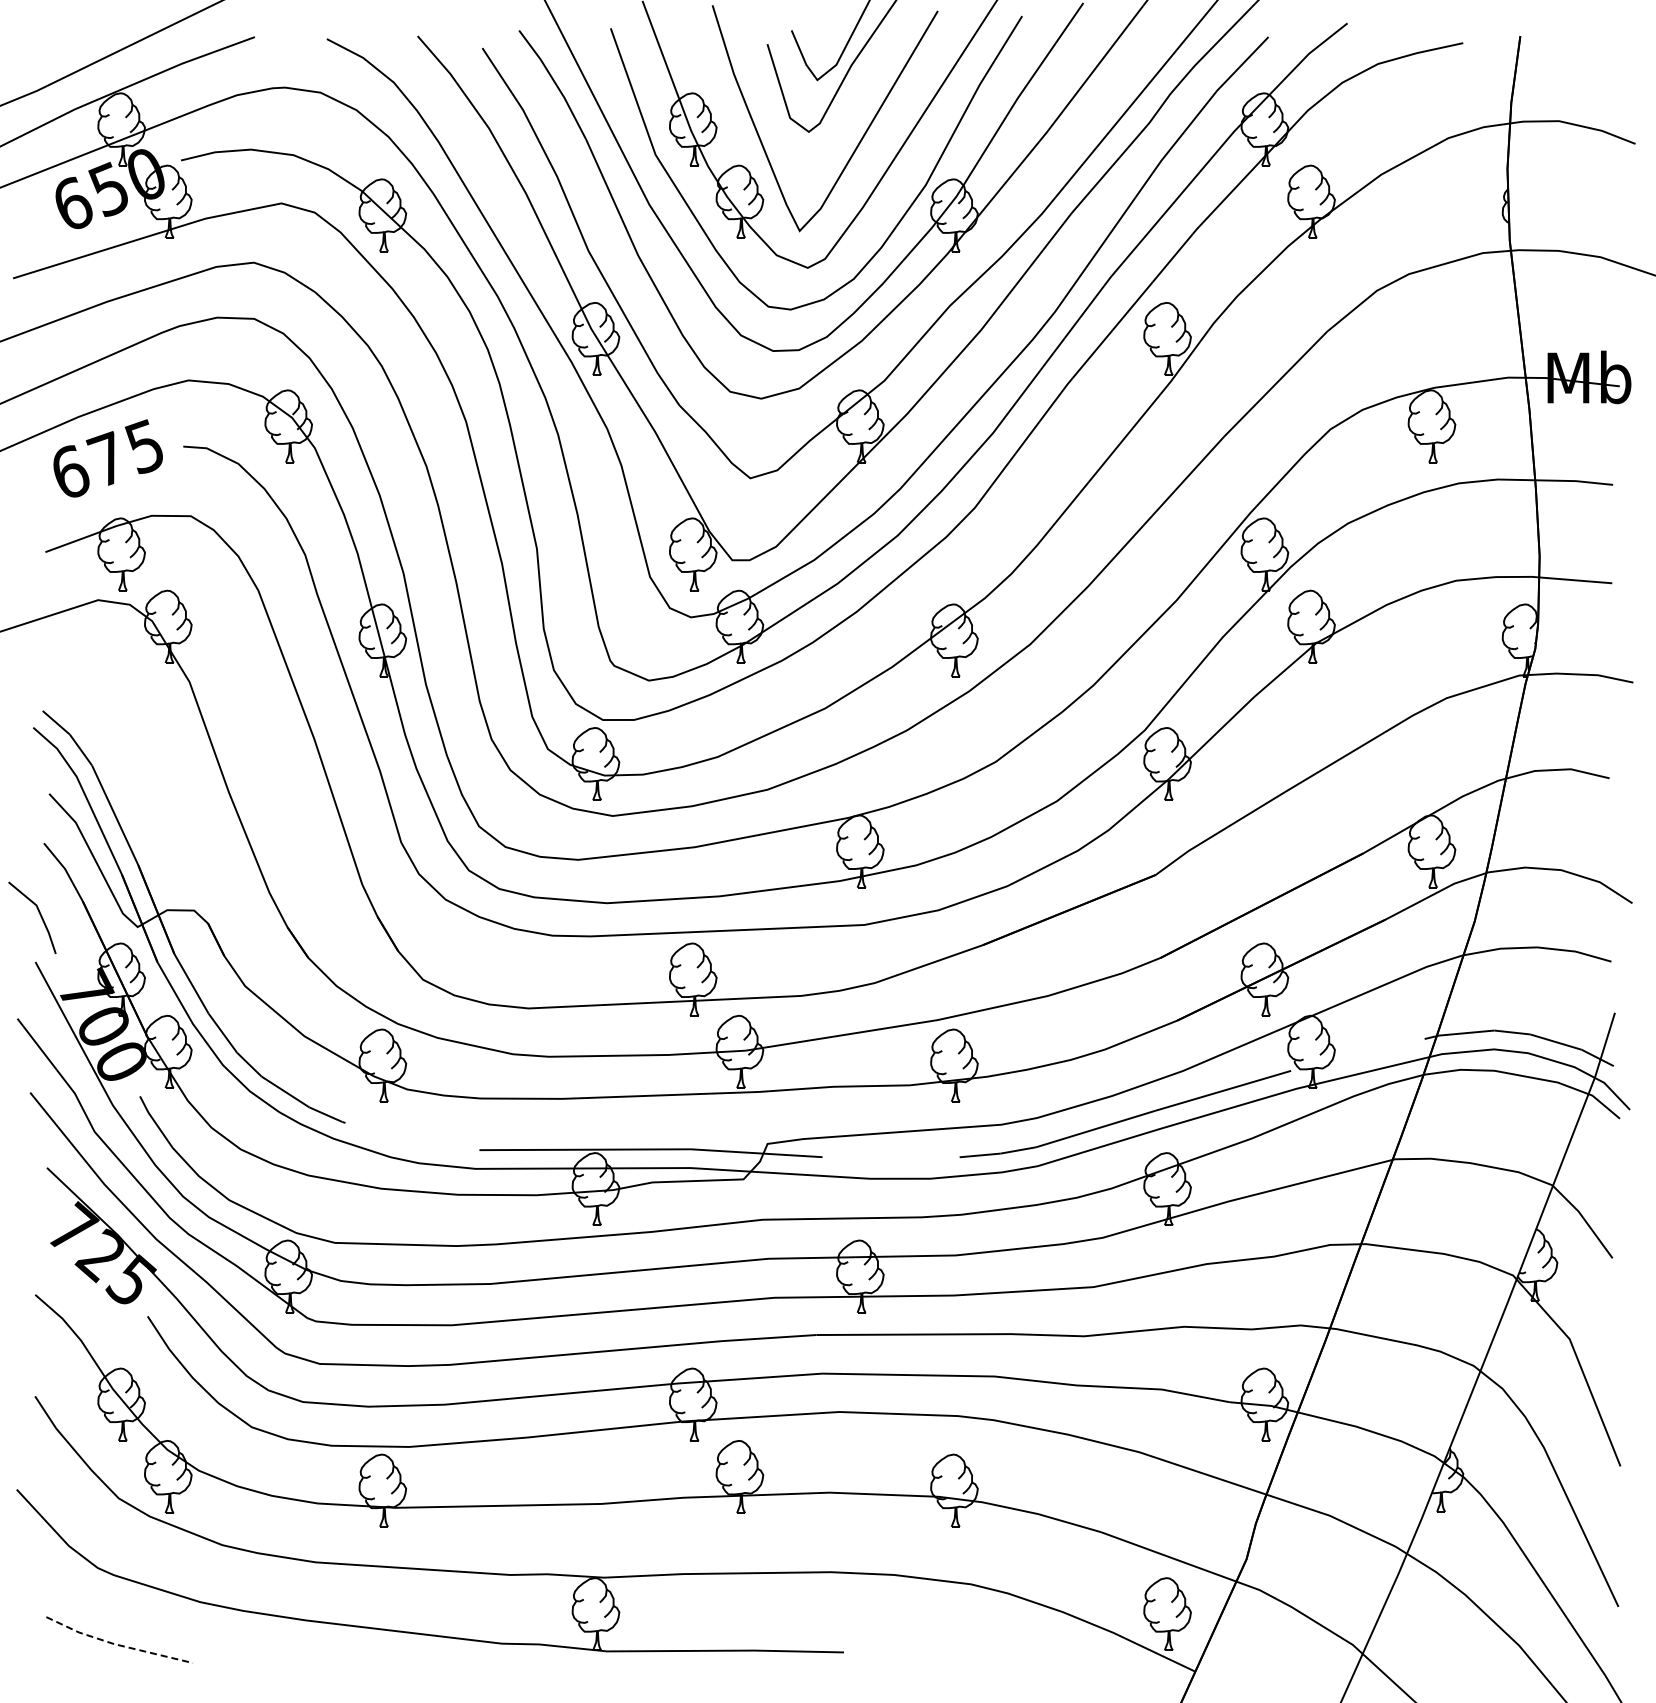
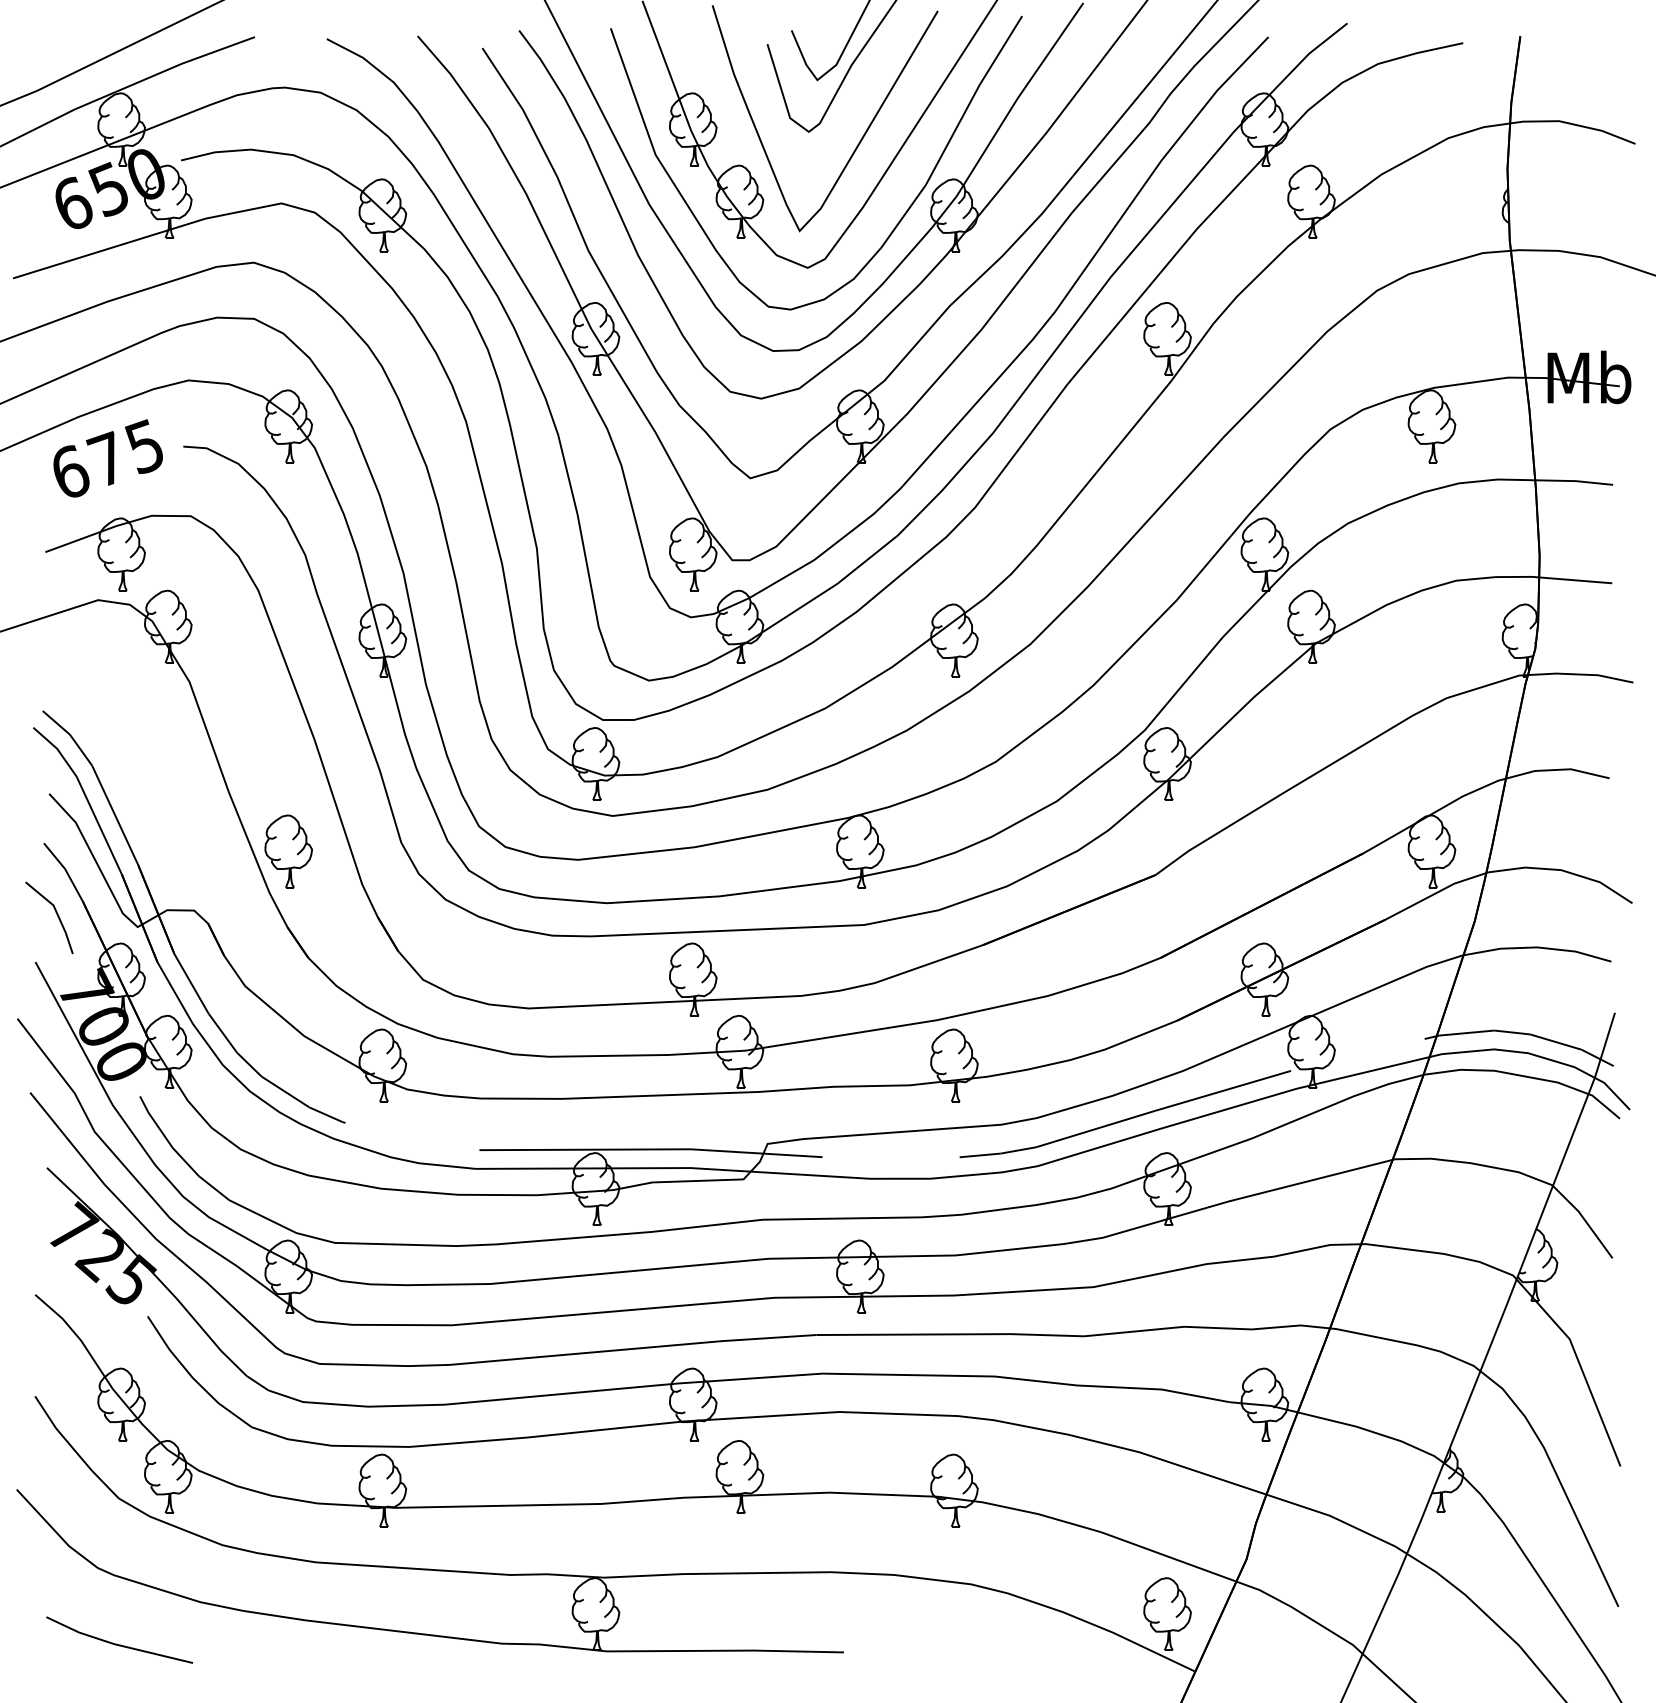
part at (288, 851): none -> present
line at (39, 914) position: (39, 914) -> (56, 914)
line at (116, 1644): dashed -> solid
